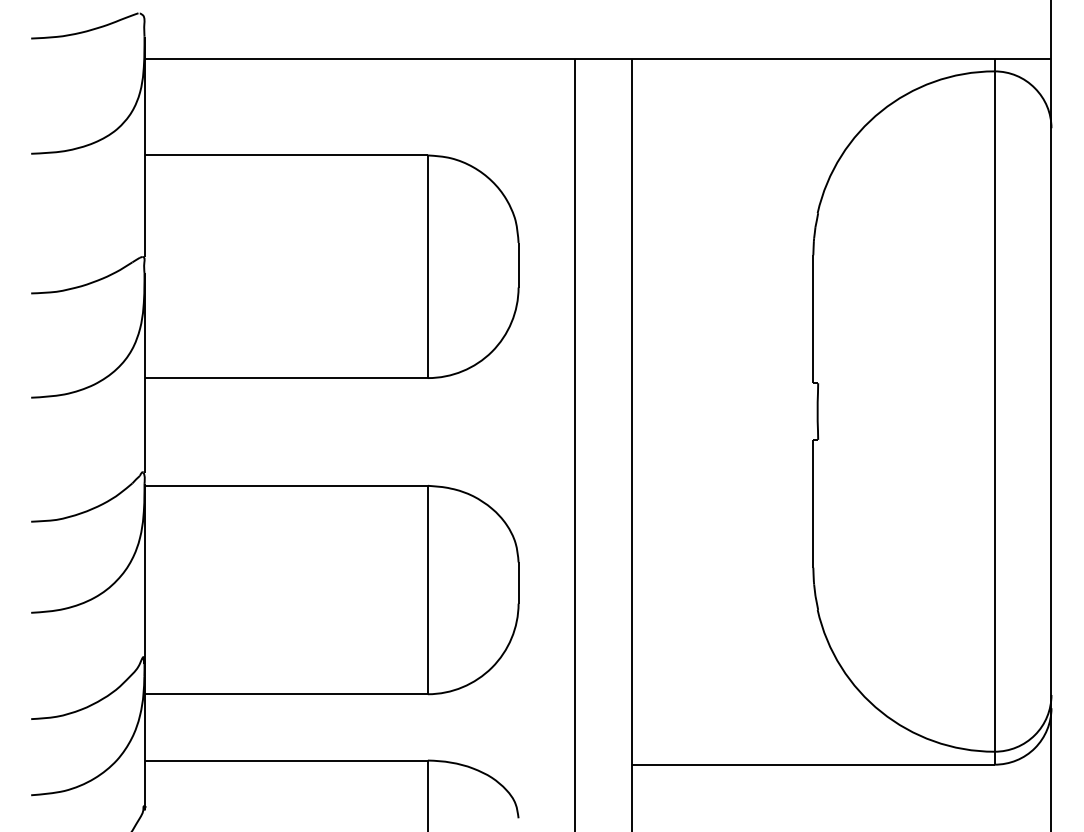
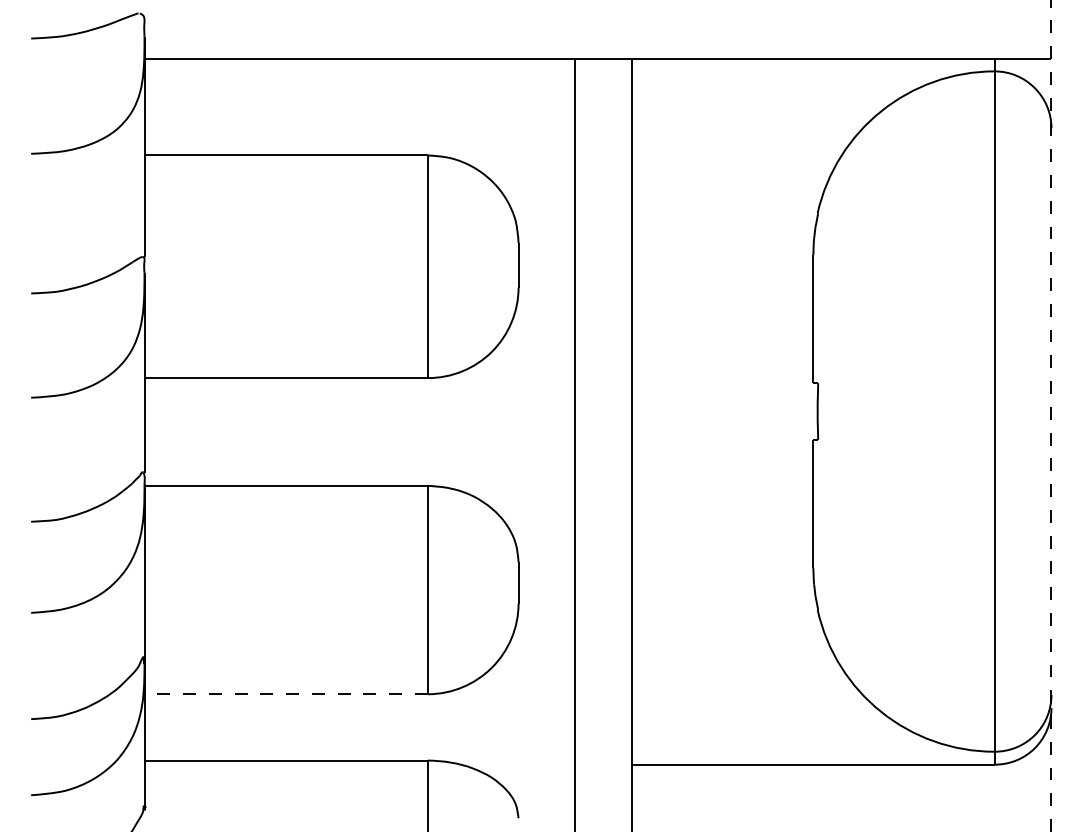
line at (1051, 415): solid -> dashed
line at (286, 694): solid -> dashed
